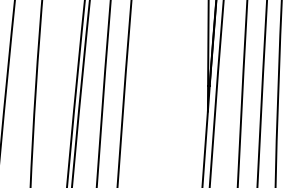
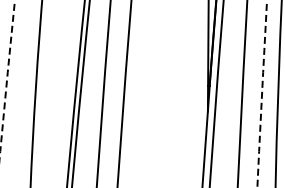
arc at (7, 78): solid -> dashed
arc at (262, 94): solid -> dashed
